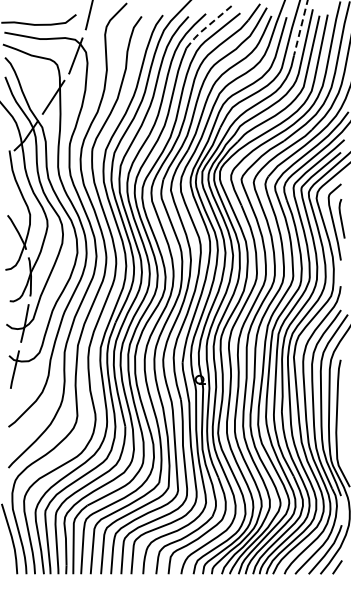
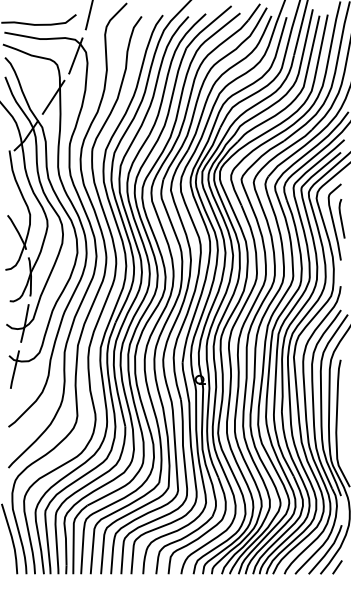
line at (206, 27): dashed -> solid
line at (300, 28): dashed -> solid
